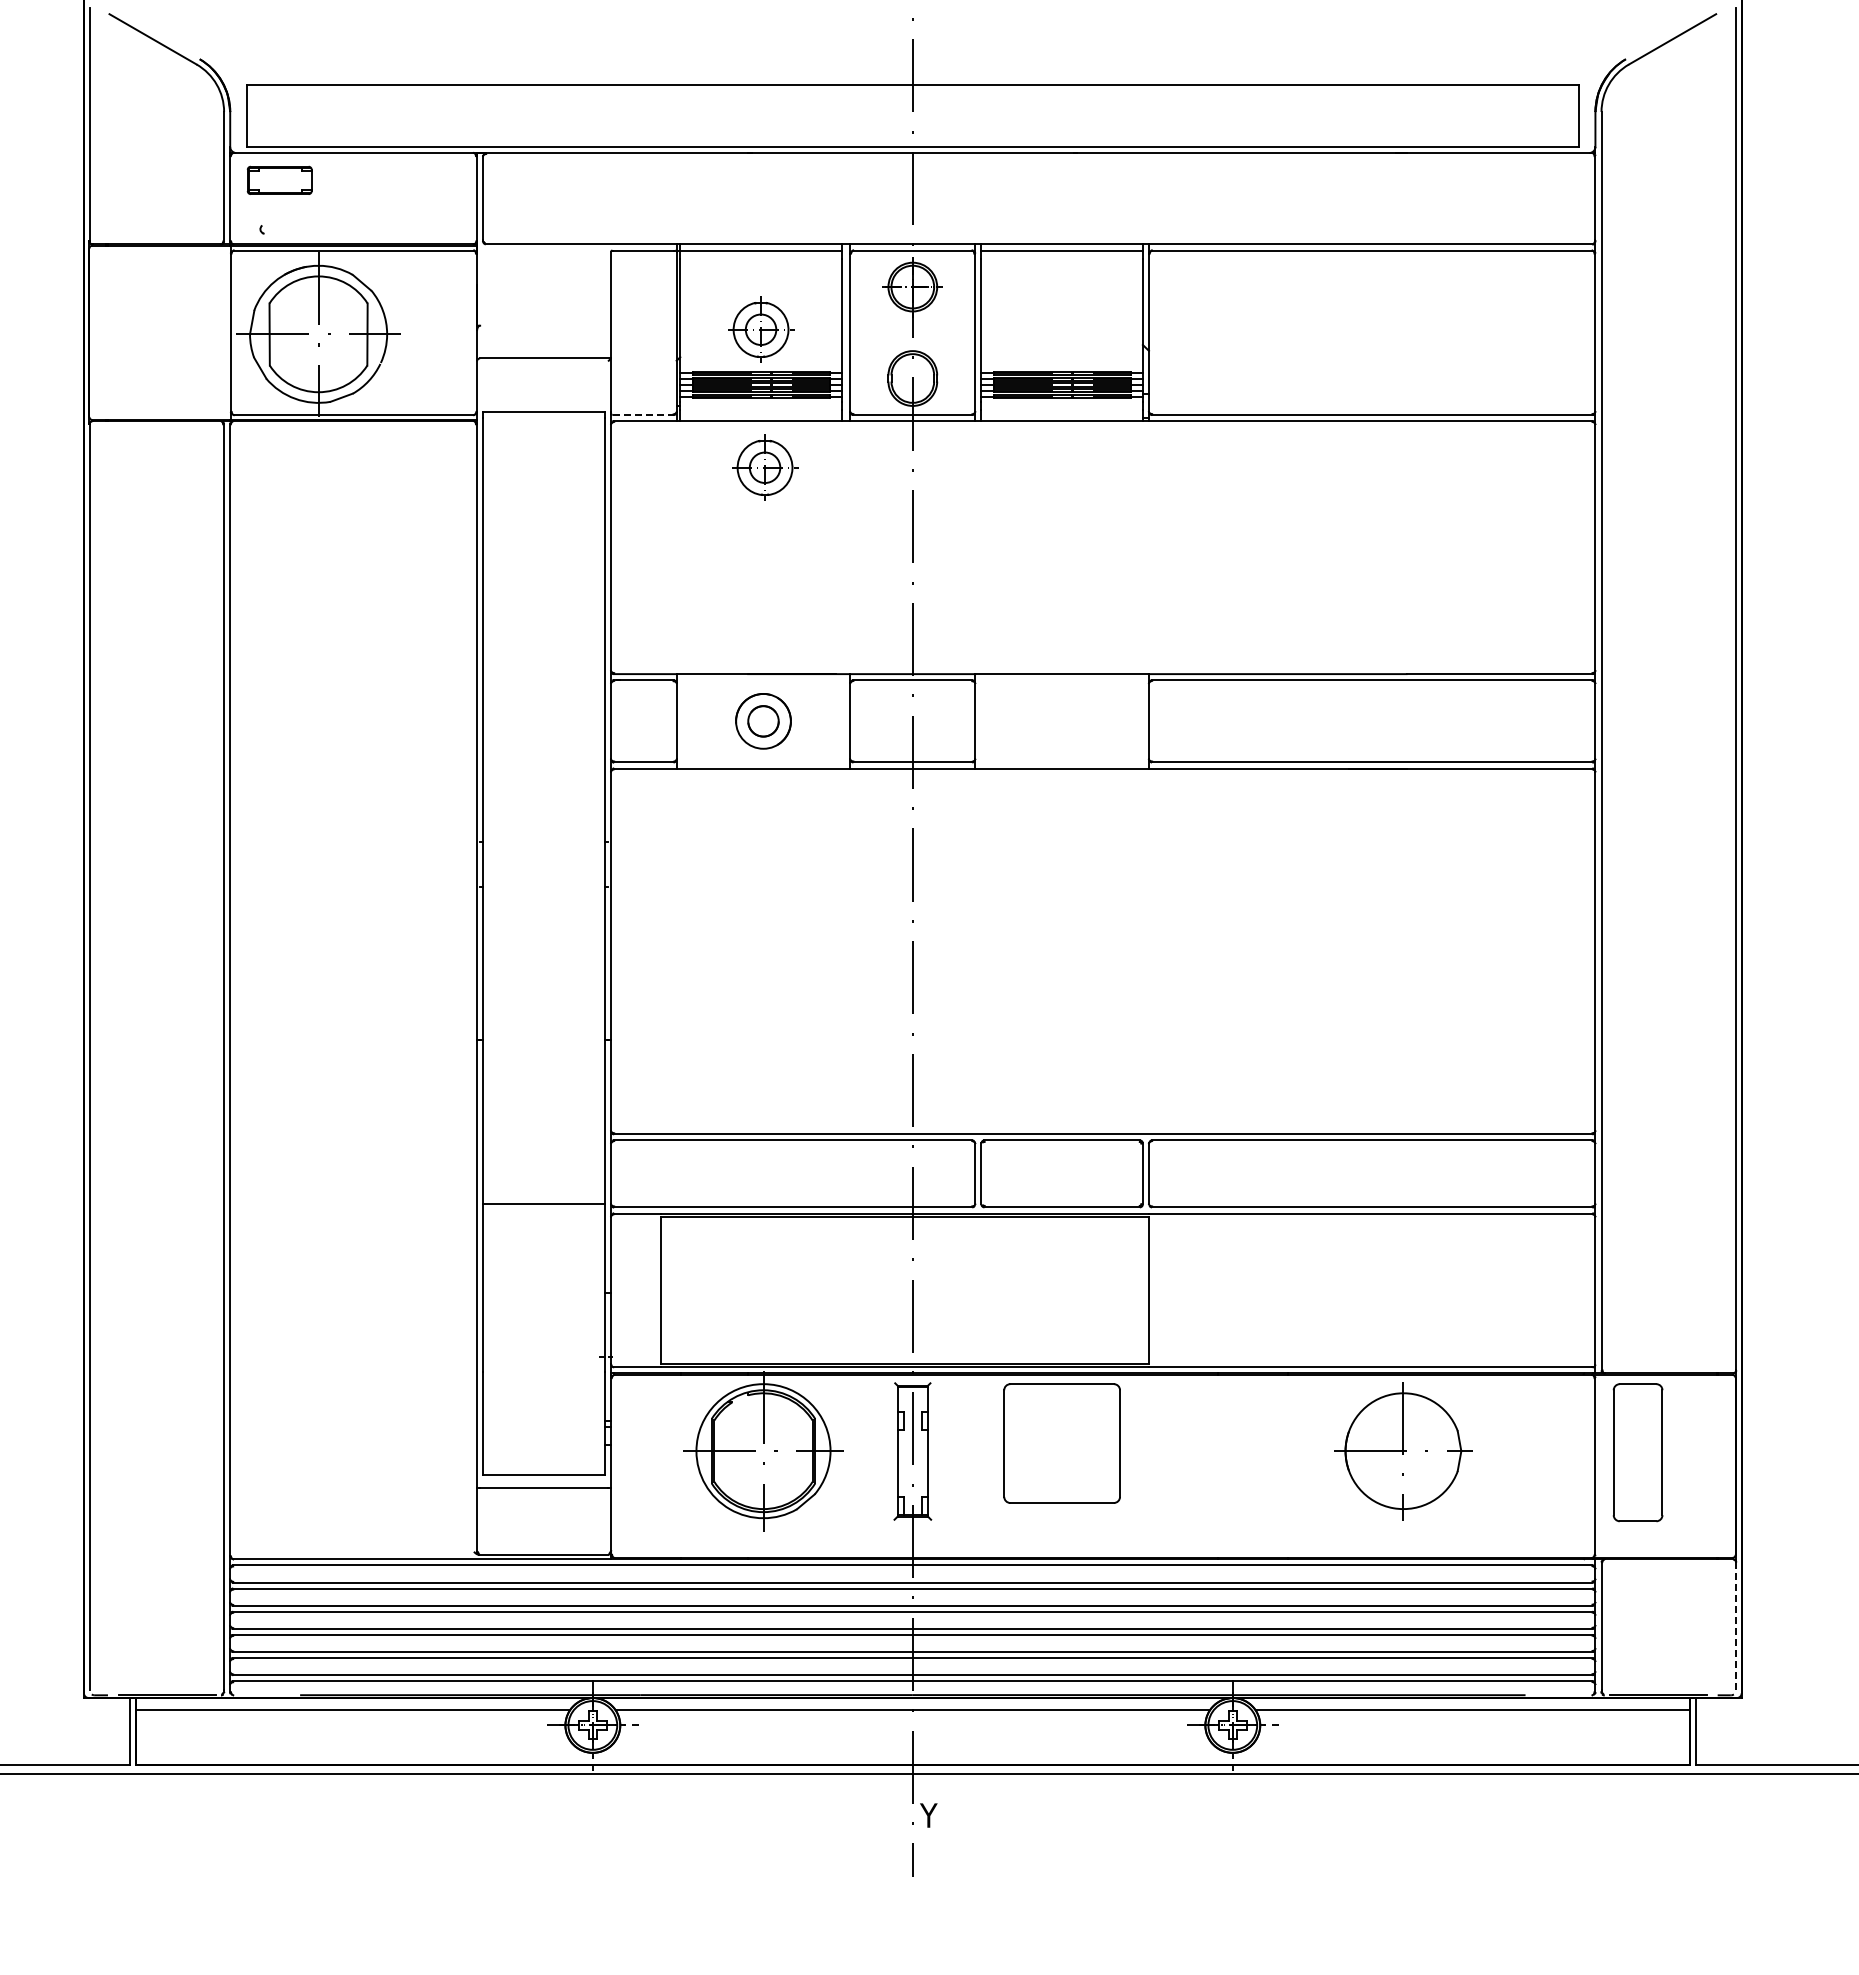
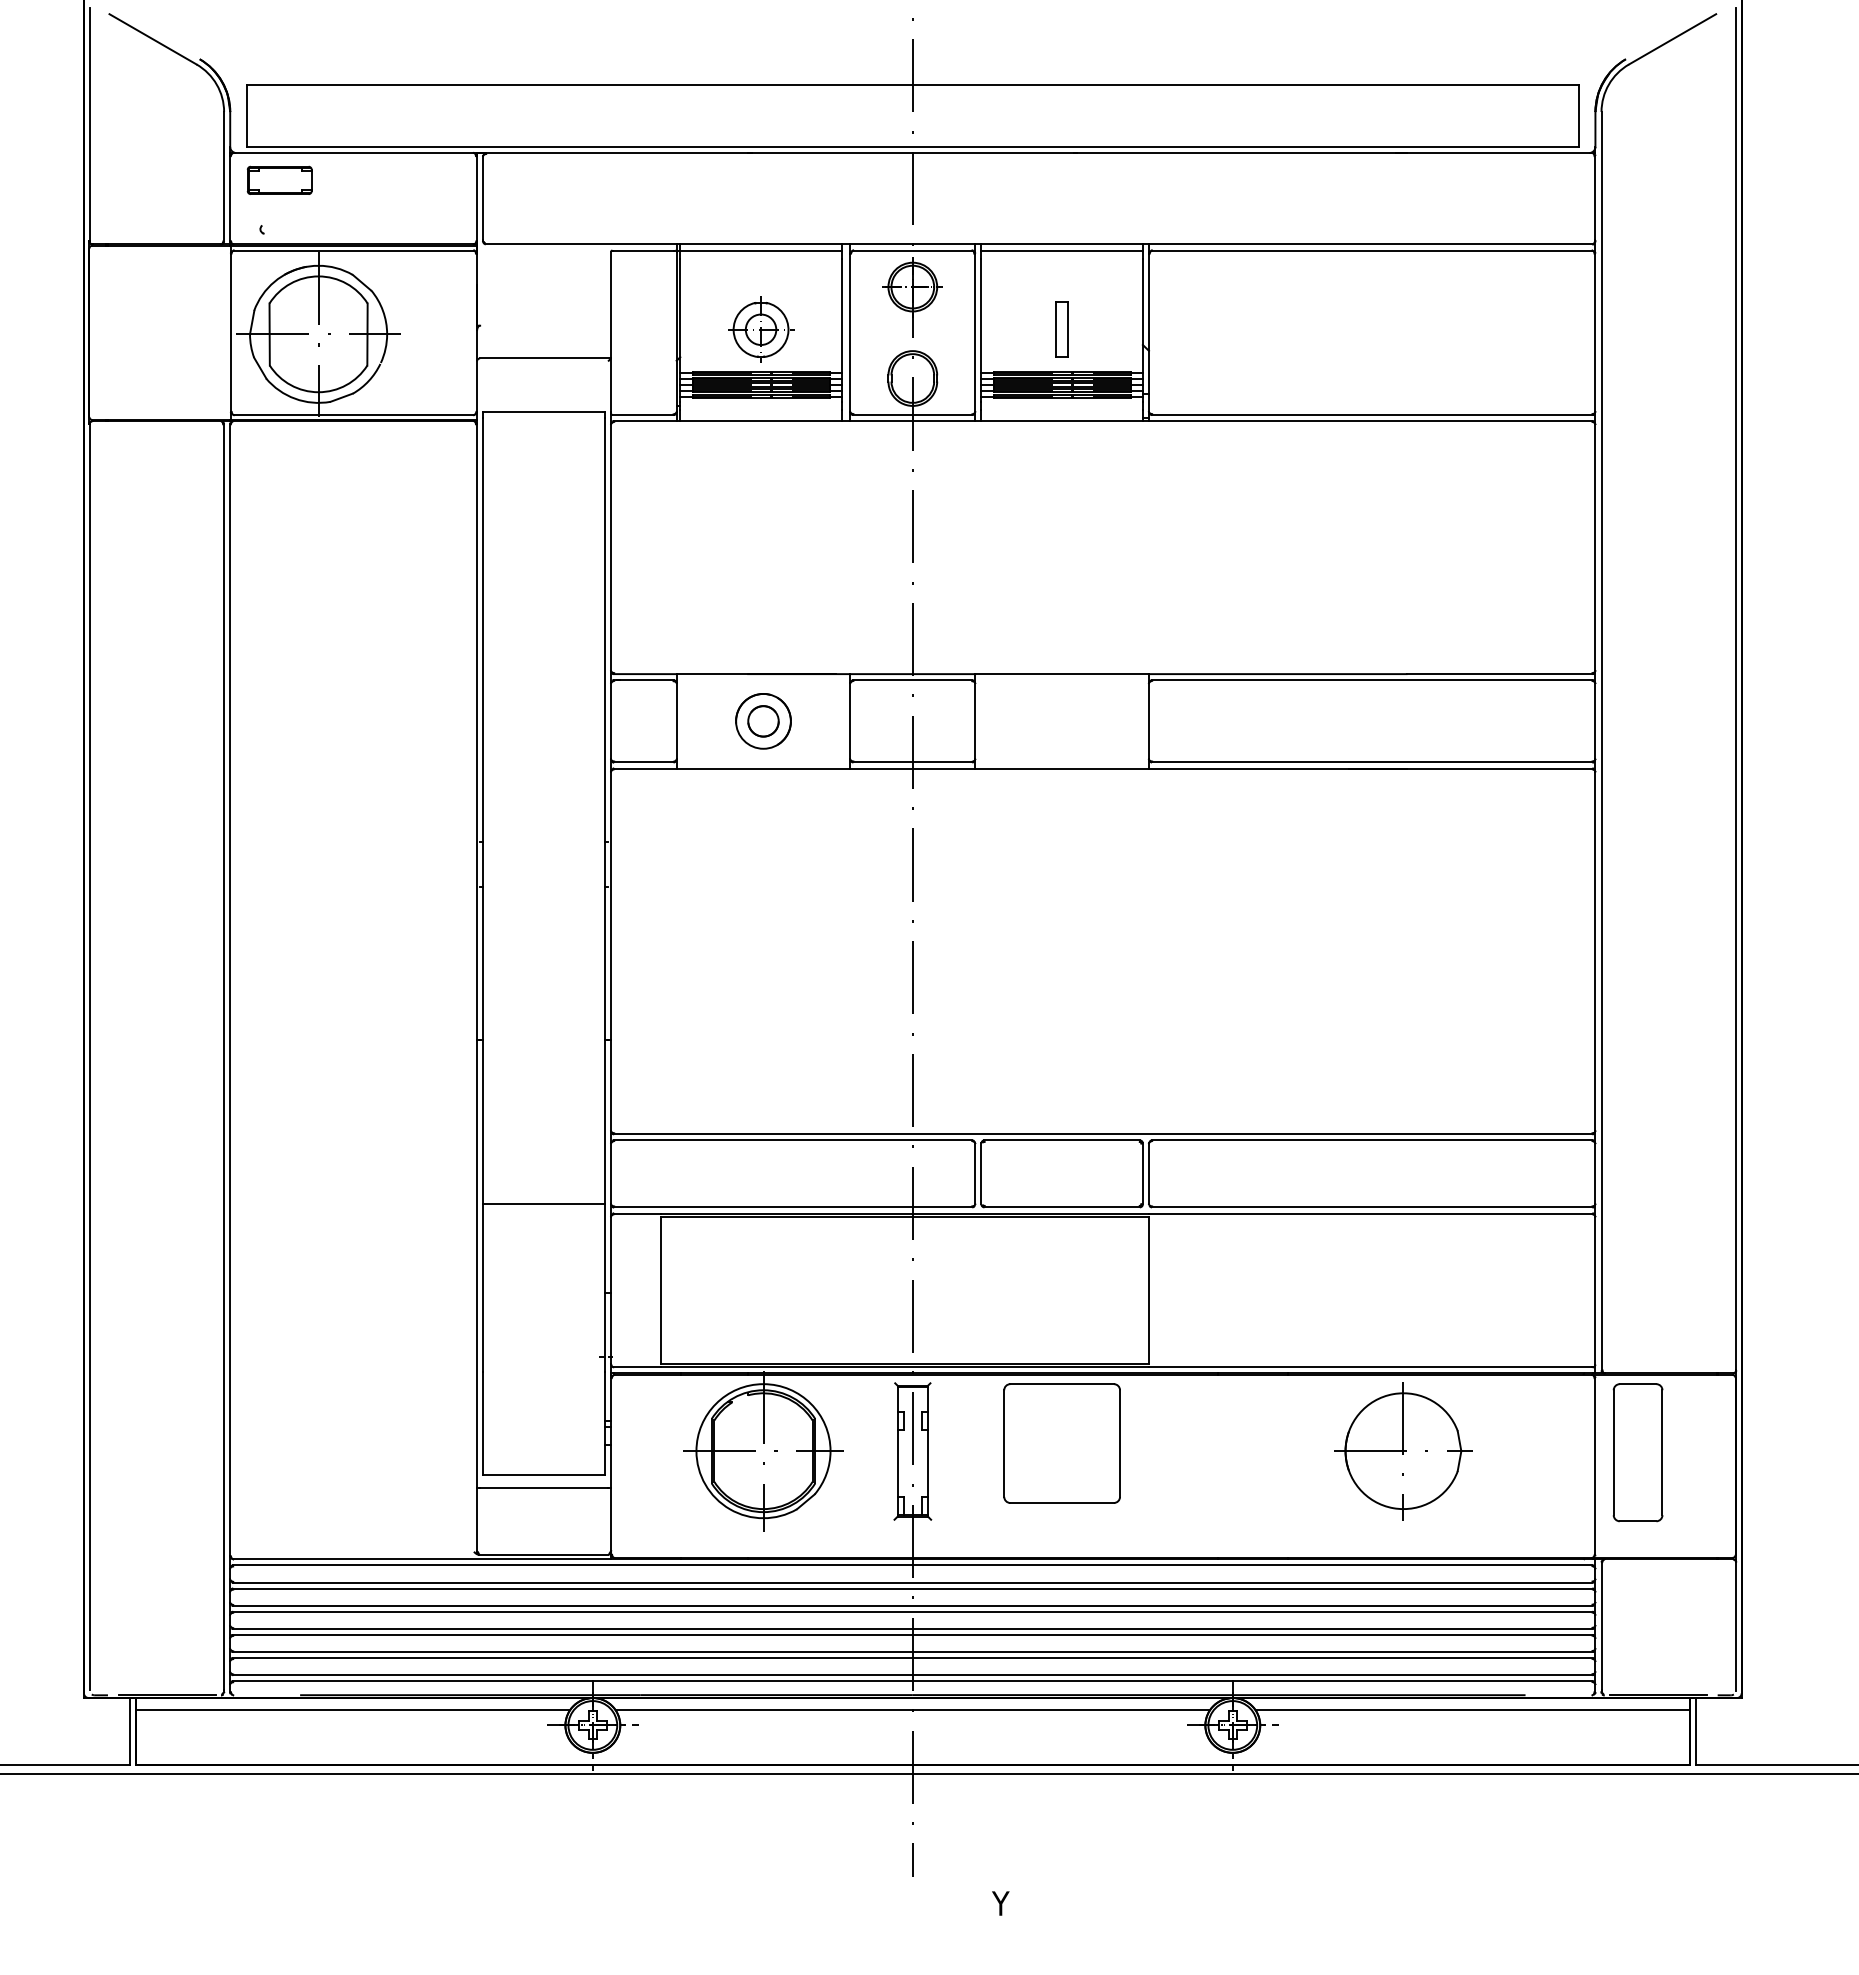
part at (1061, 329): none -> present
line at (643, 415): dashed -> solid
part at (765, 467): present -> none
line at (1735, 1626): dashed -> solid
text at (928, 1815) position: (928, 1815) -> (1000, 1903)
